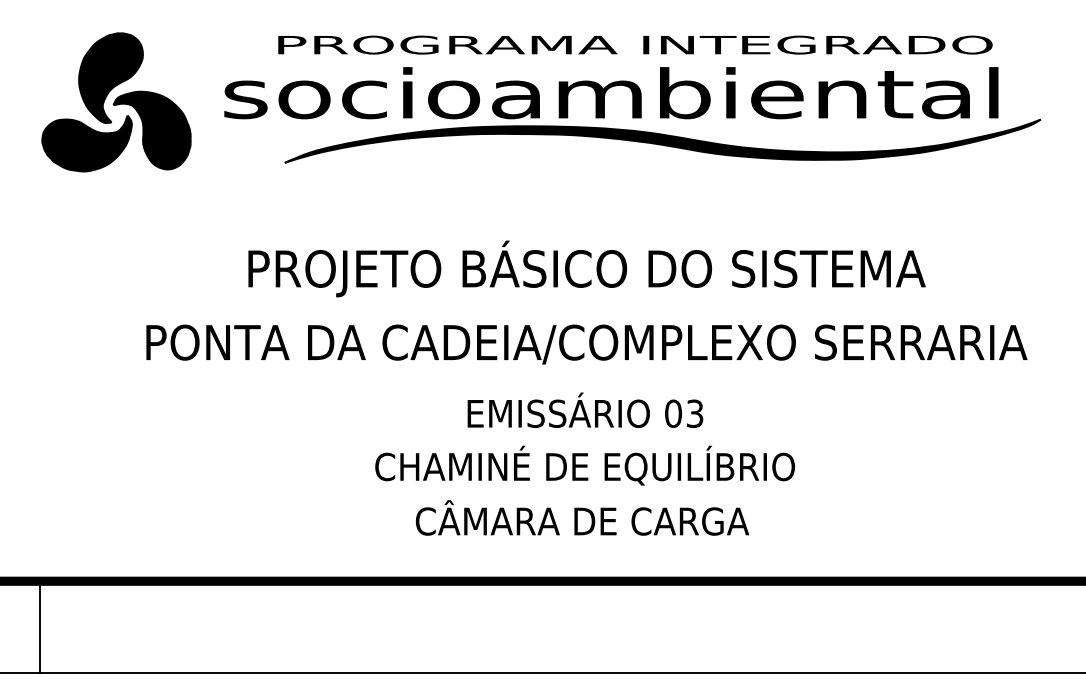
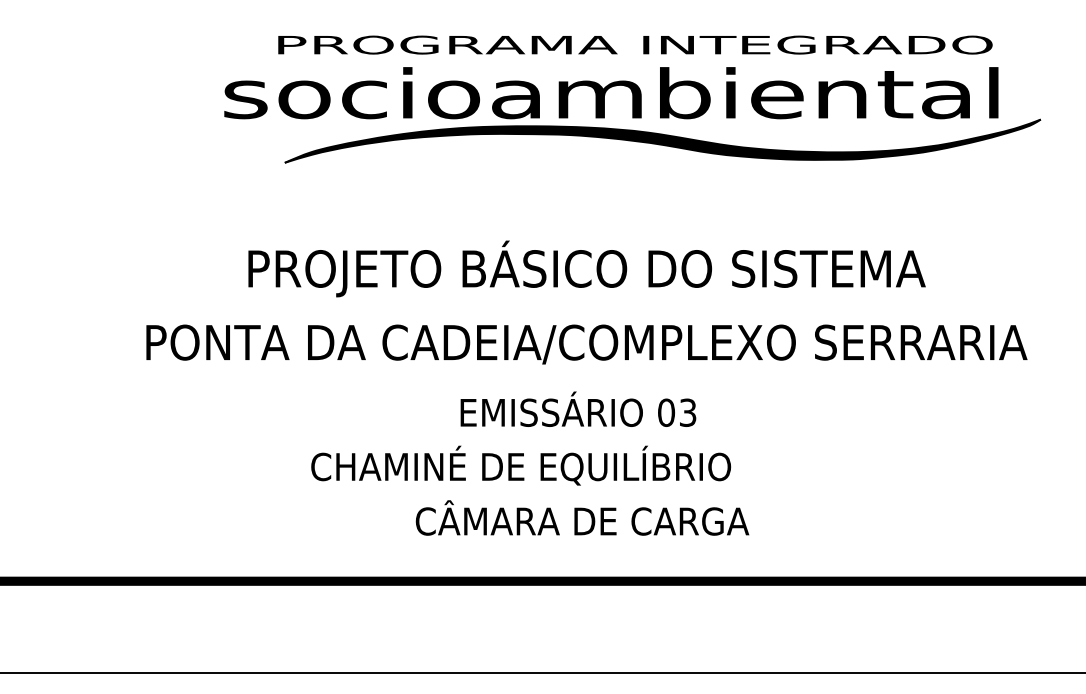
part at (116, 102): present -> none
text at (585, 409) position: (585, 409) -> (578, 408)
text at (585, 465) position: (585, 465) -> (521, 465)
line at (40, 627): present -> none
